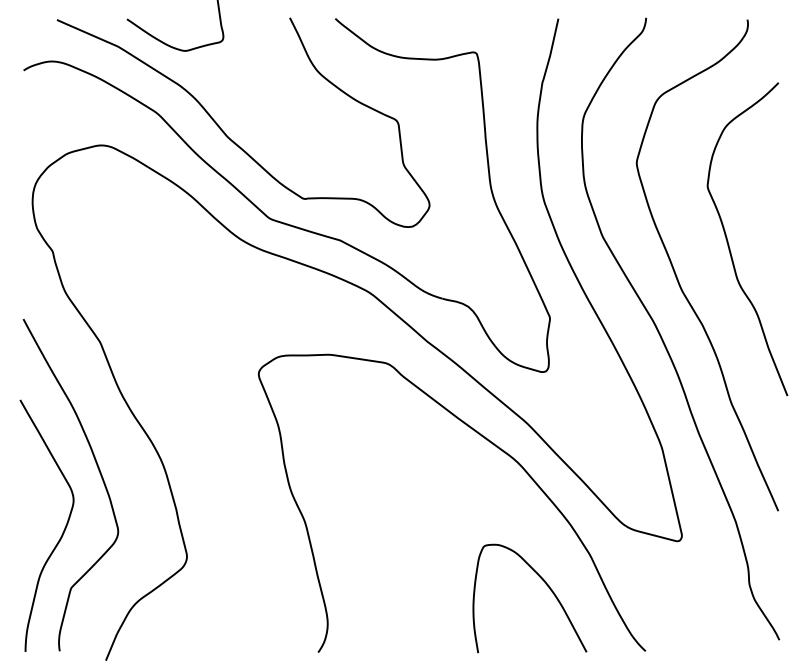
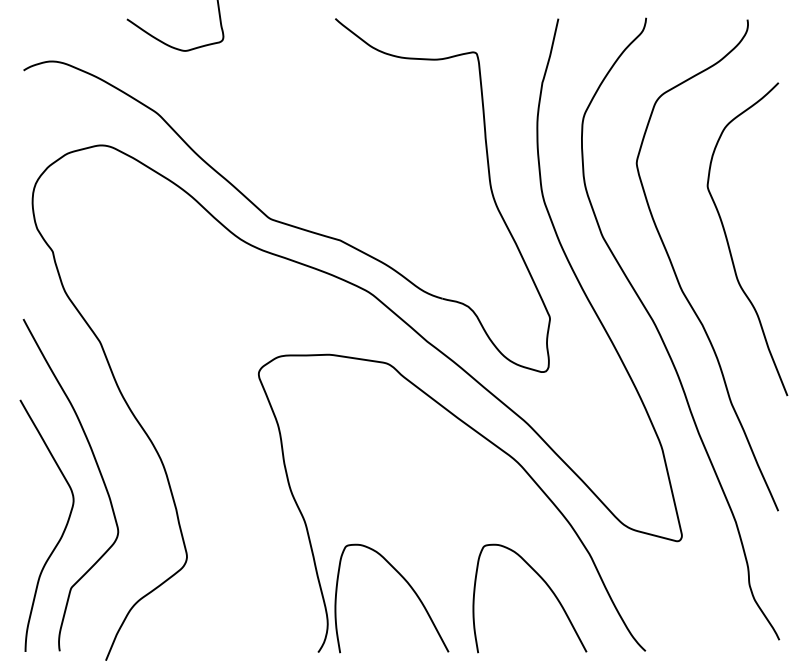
curve at (228, 136): present -> none
curve at (408, 585): none -> present
